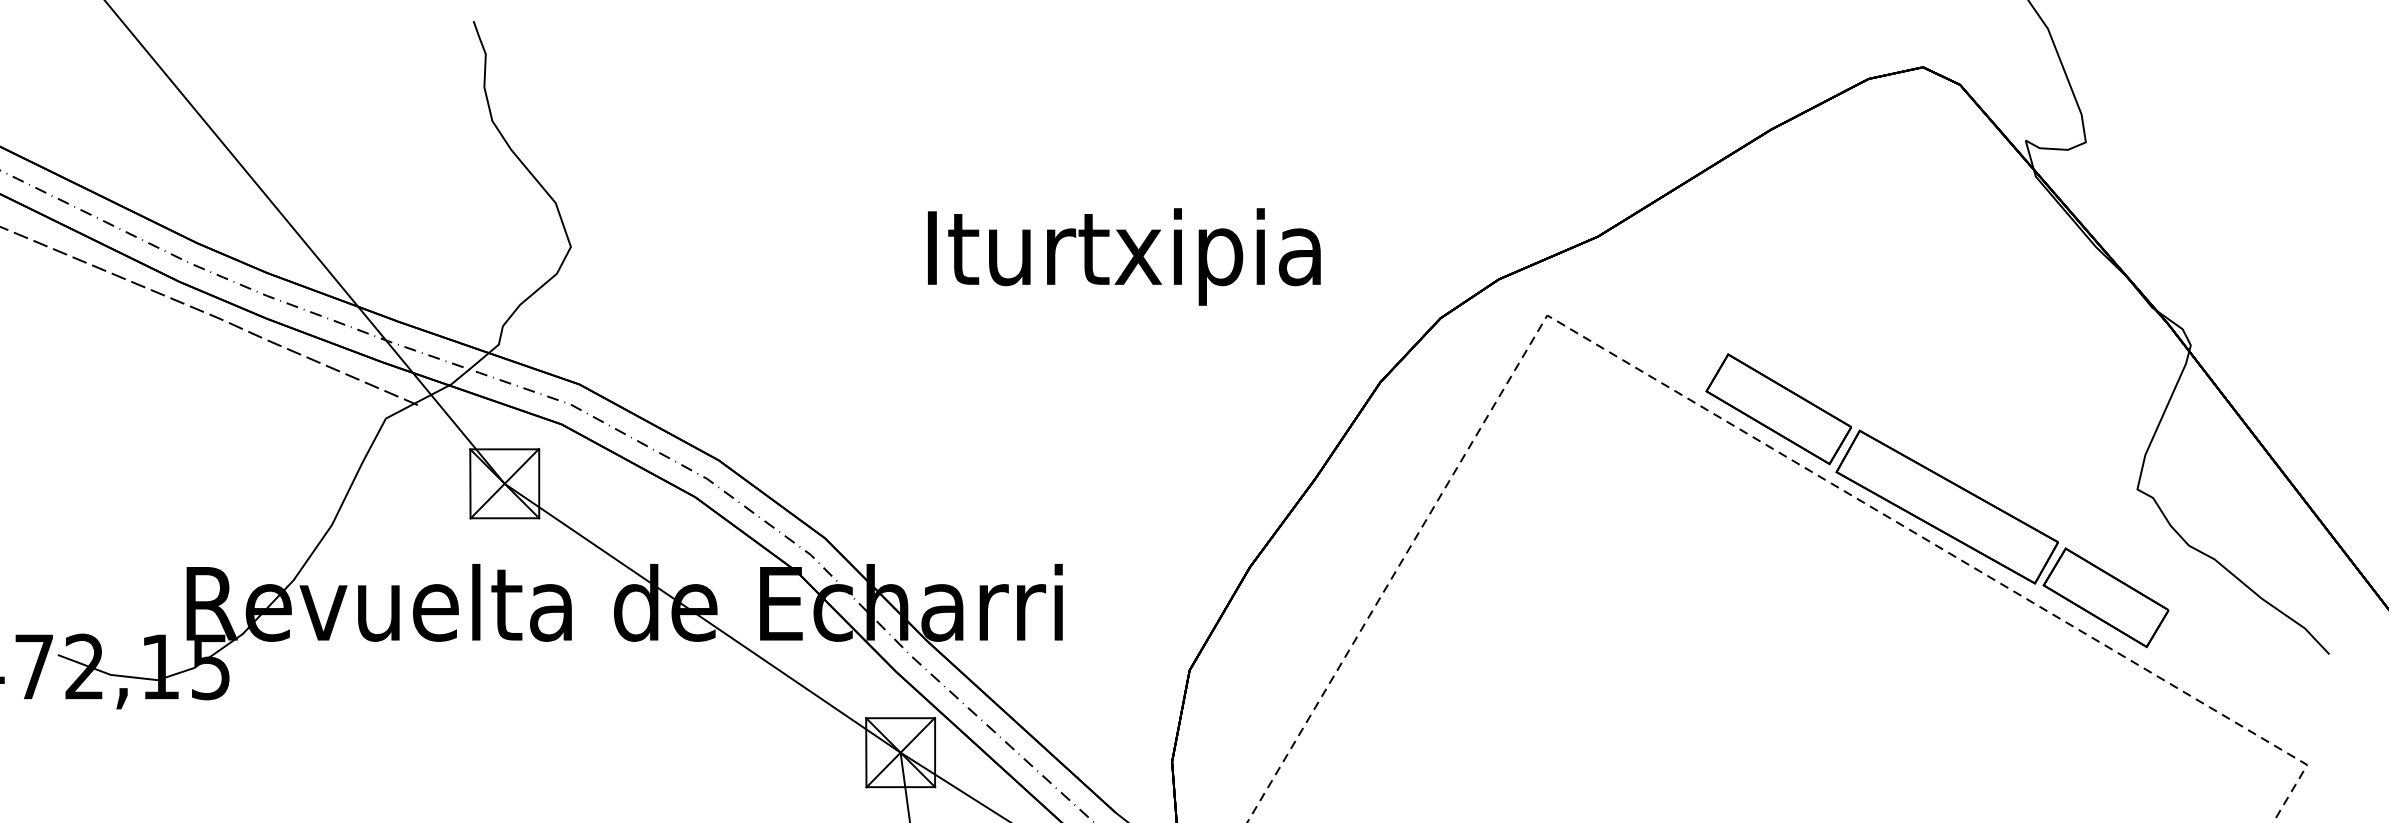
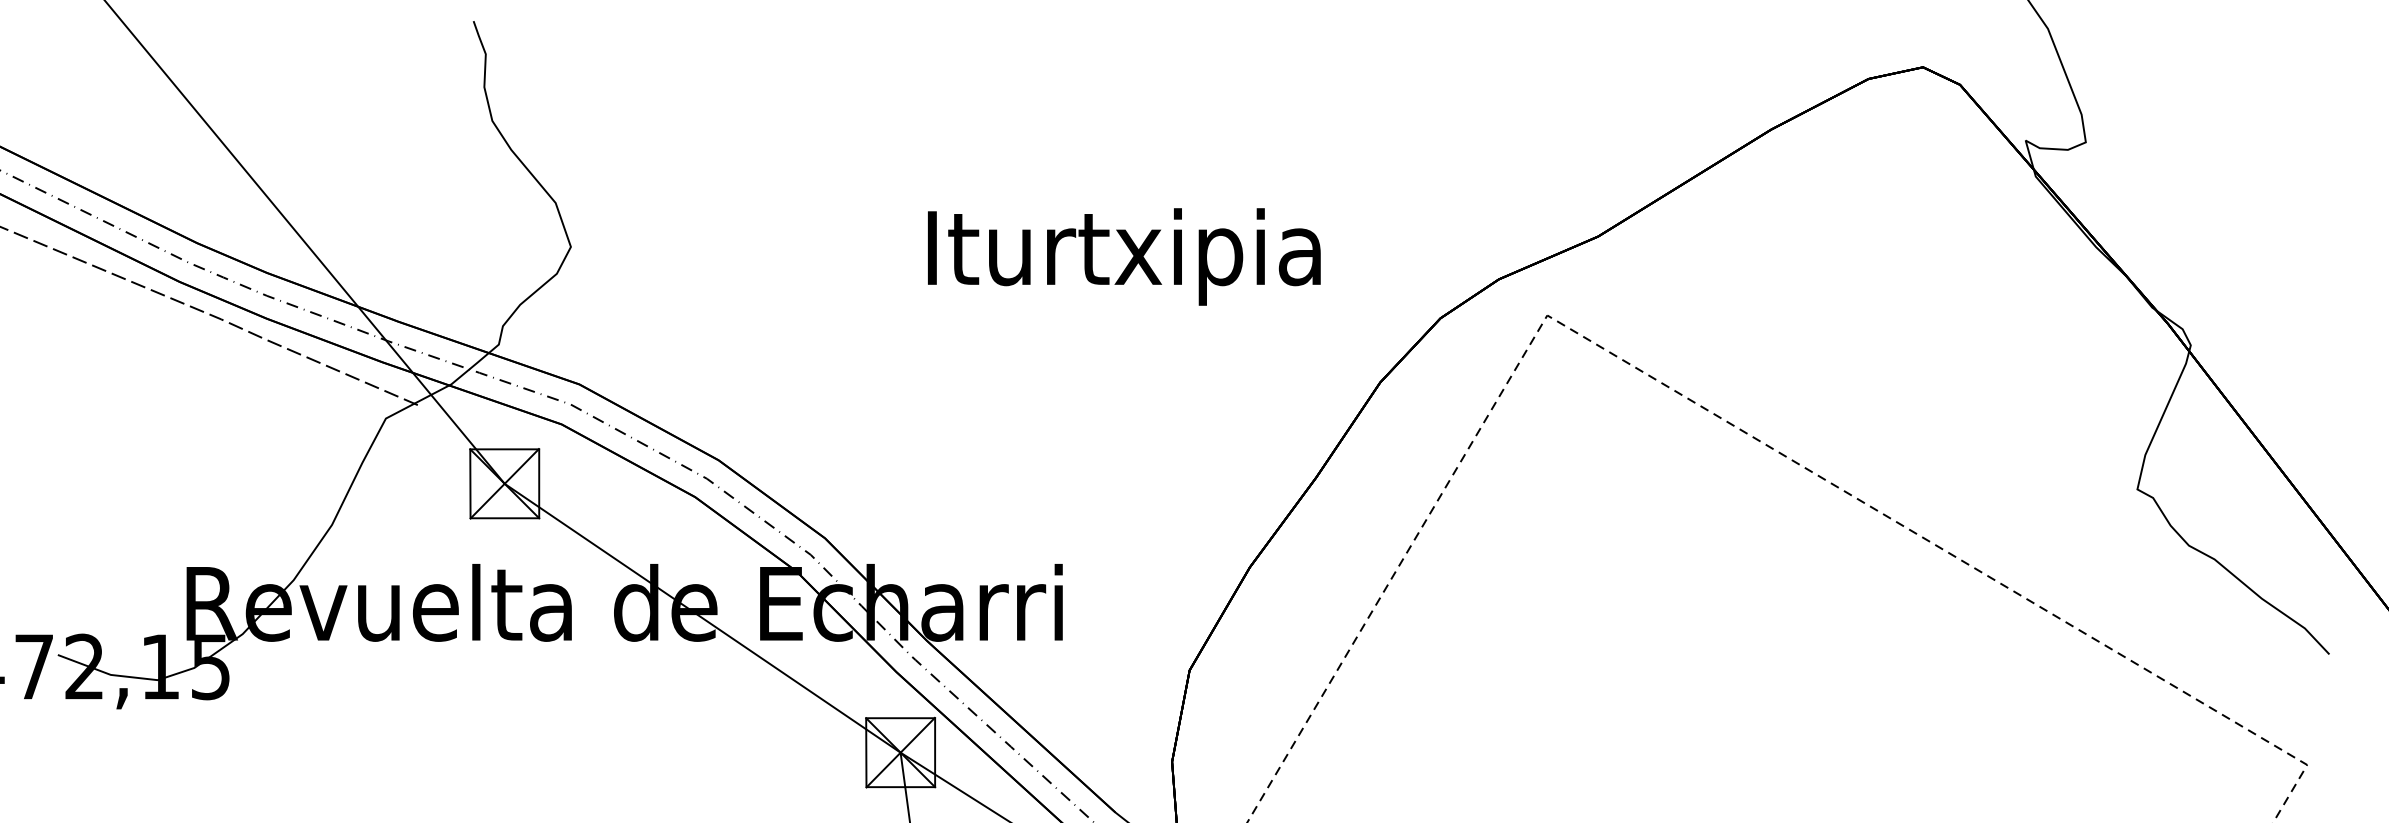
part at (1937, 500): present -> none
